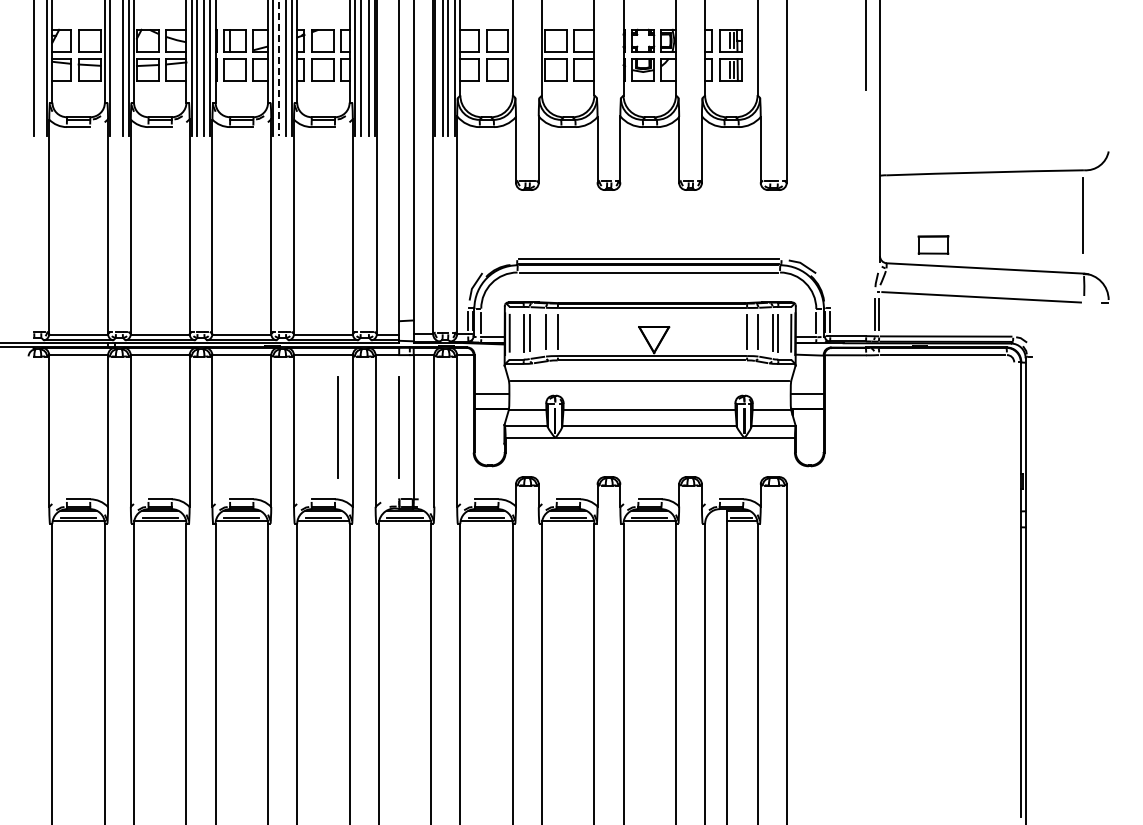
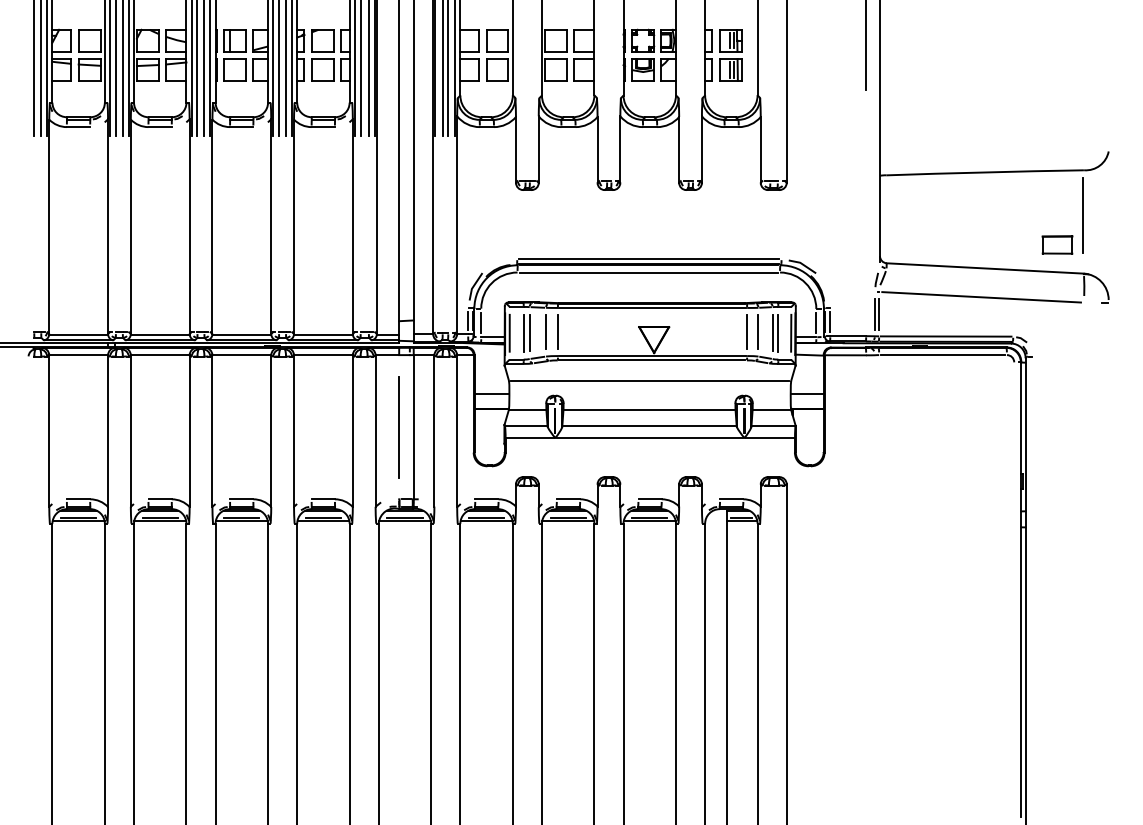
line at (279, 67): dashed -> solid
line at (41, 68): none -> present
line at (115, 68): none -> present
part at (933, 244) position: (933, 244) -> (1057, 244)
line at (337, 427): present -> none
